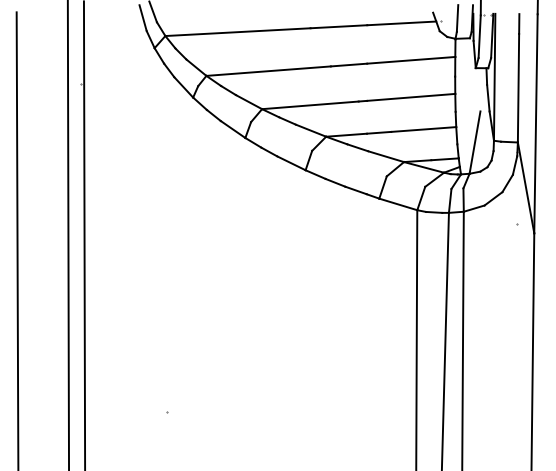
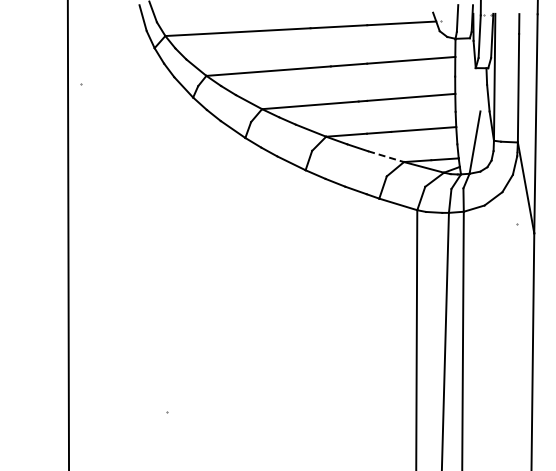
line at (386, 156): solid -> dashed
line at (84, 234): present -> none
line at (17, 239): present -> none
